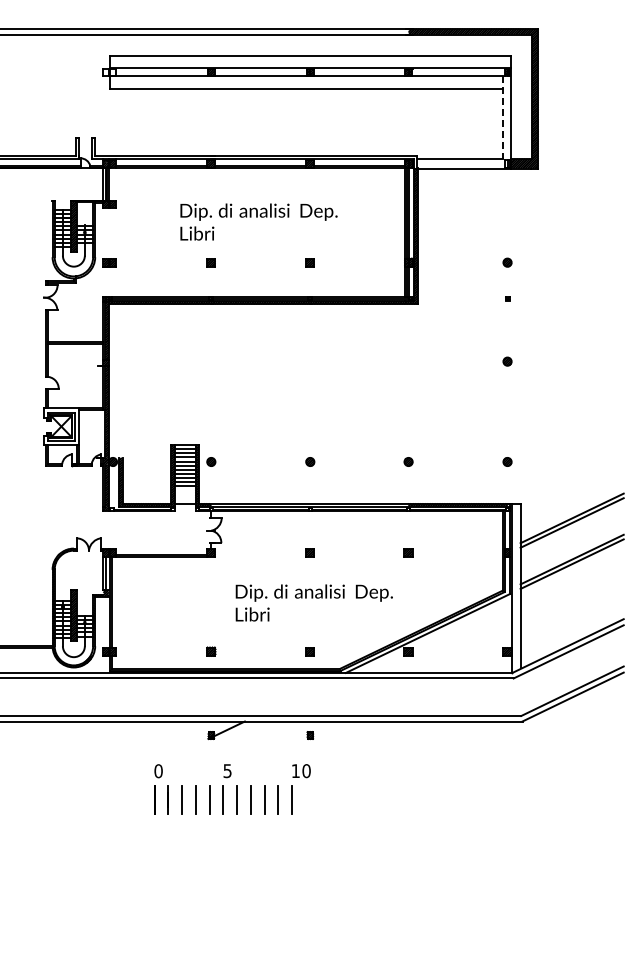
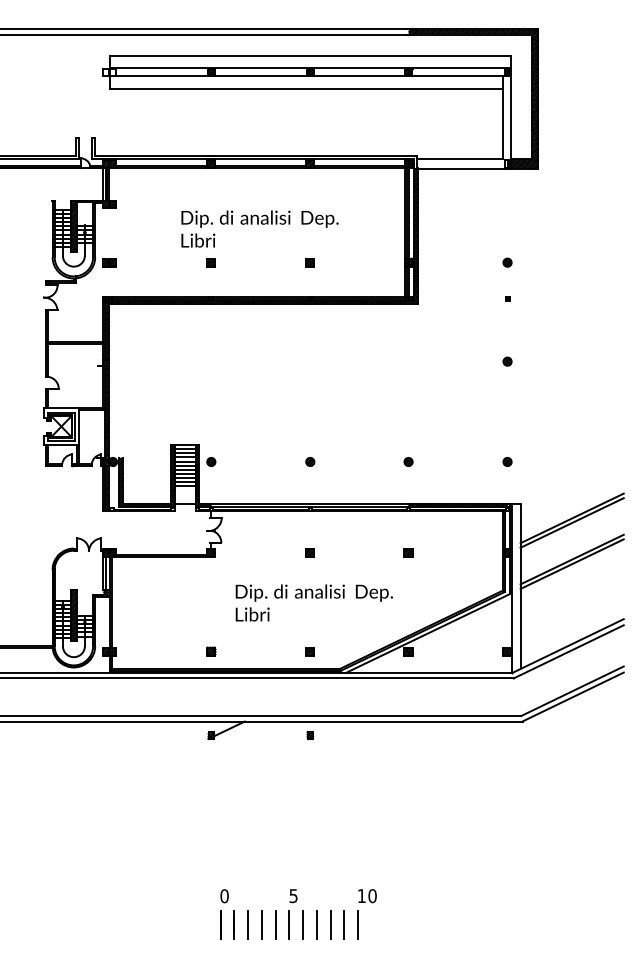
line at (502, 118): dashed -> solid
text at (258, 221) position: (258, 221) -> (259, 228)
part at (232, 789) position: (232, 789) -> (298, 914)
